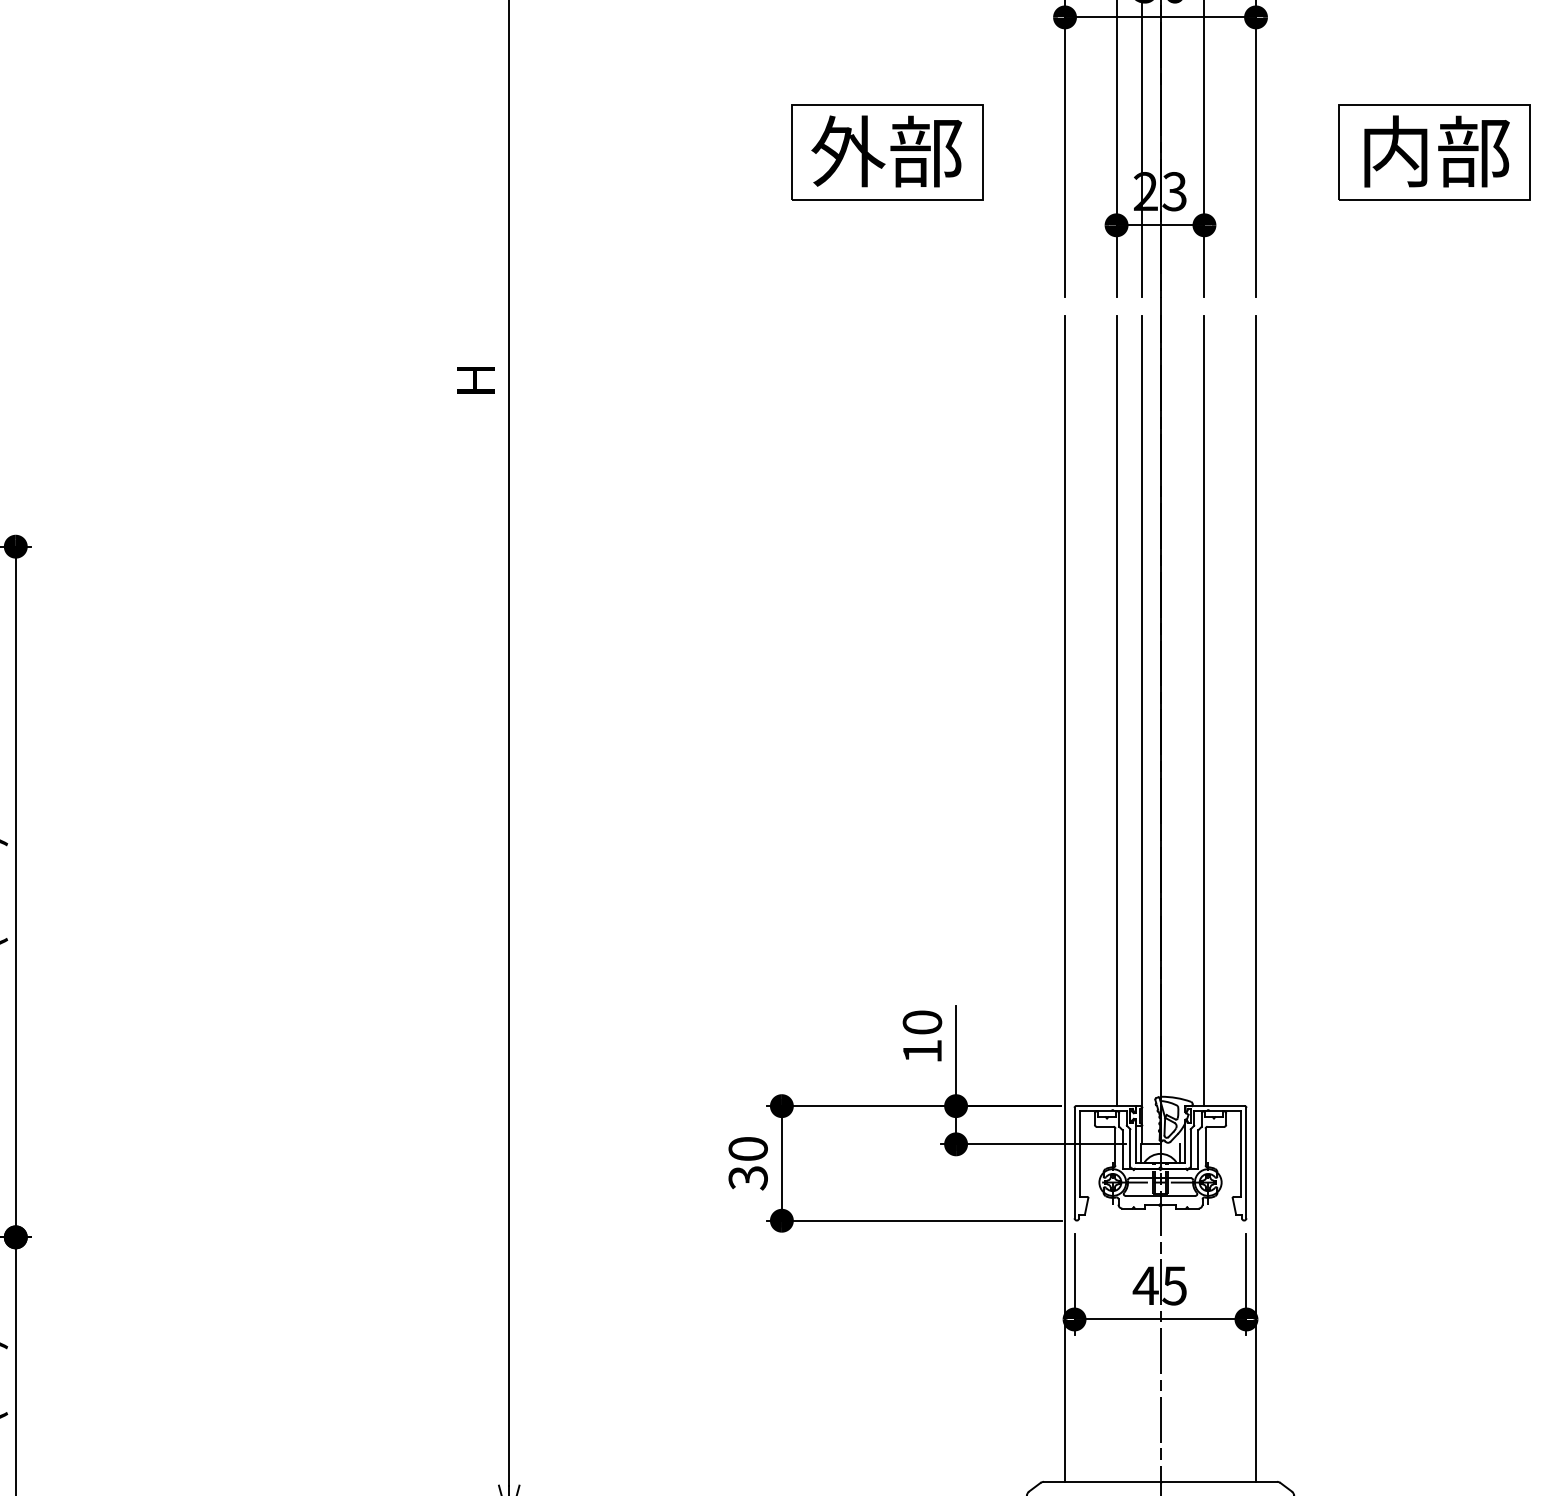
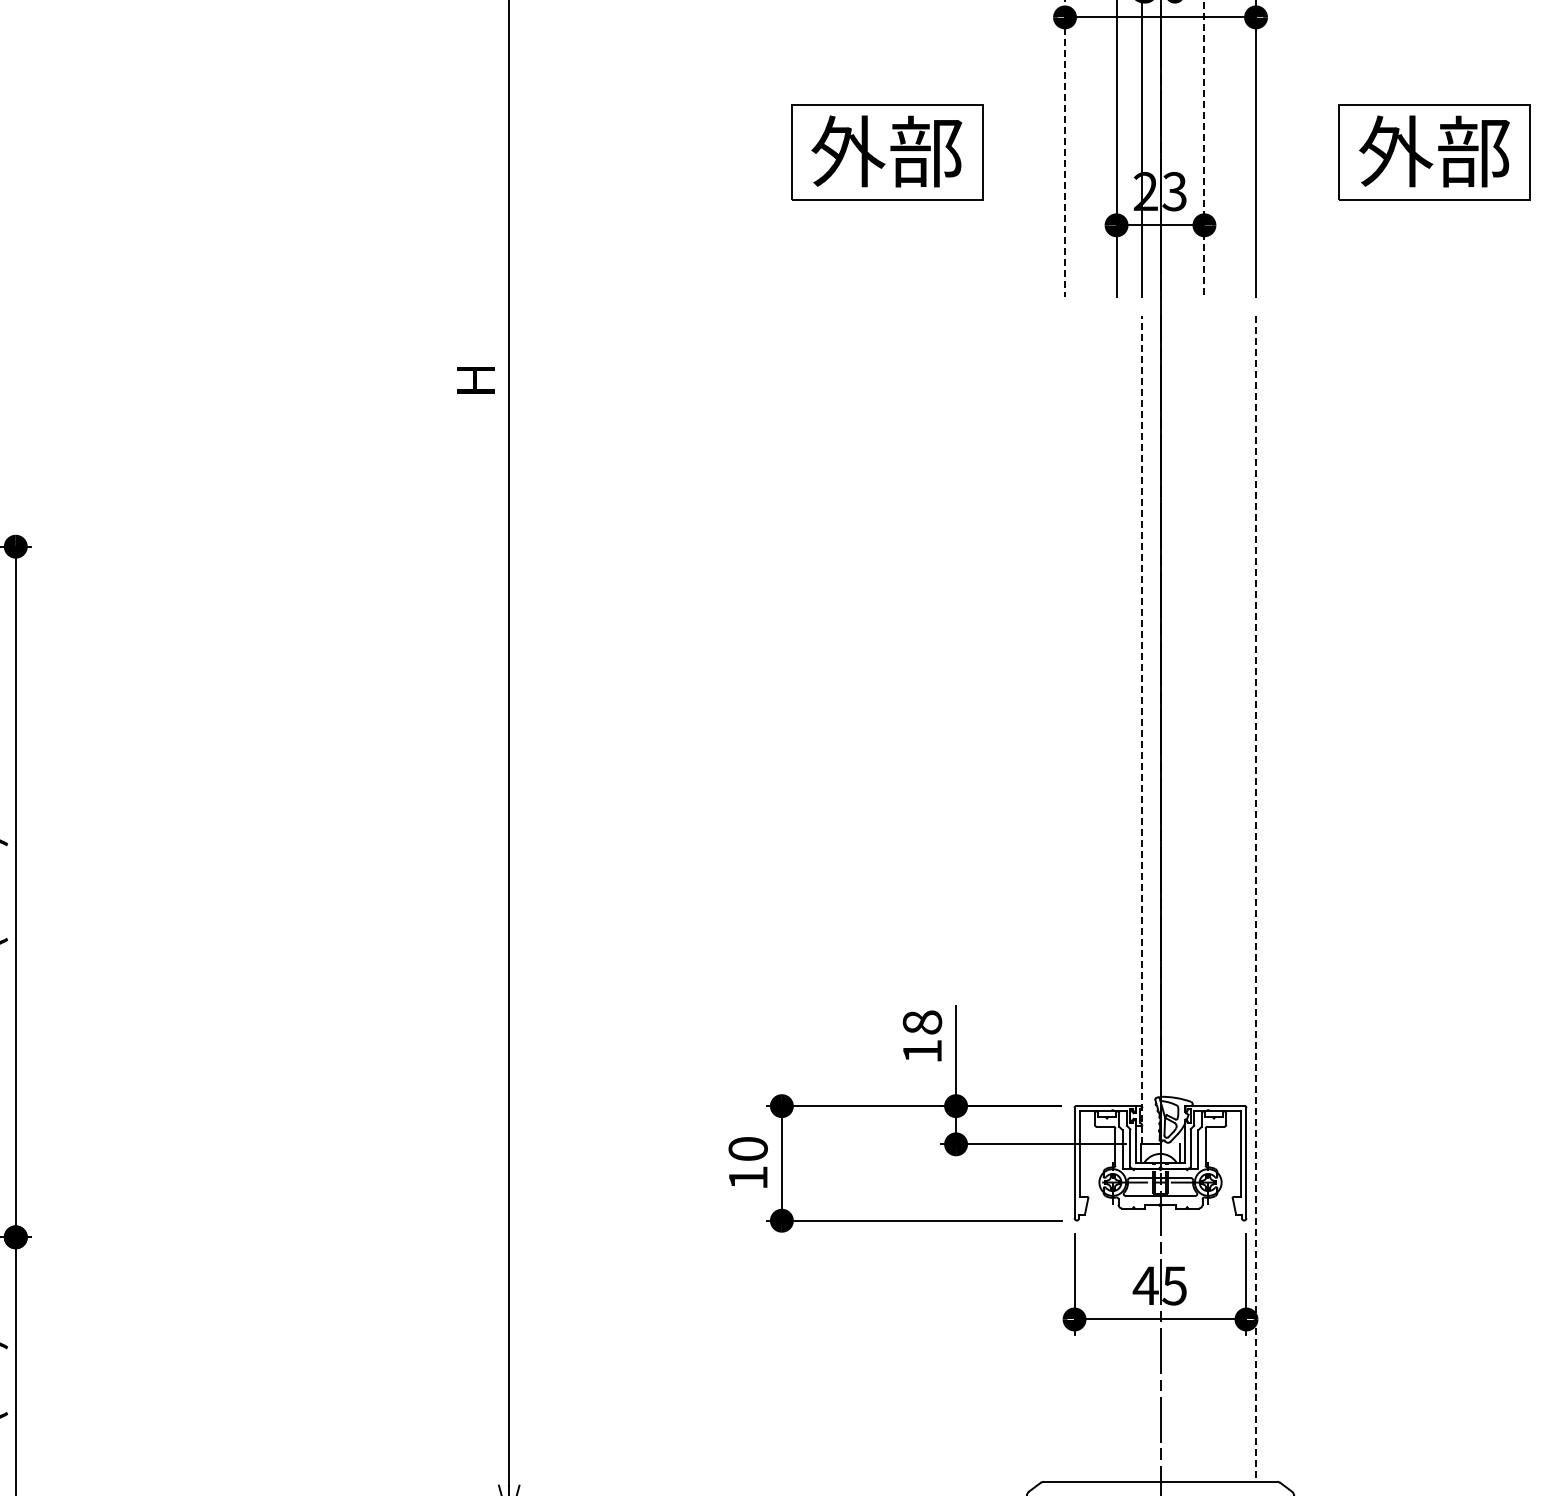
line at (1065, 149): solid -> dashed
line at (1204, 149): solid -> dashed
text at (1396, 151): 内部 -> 外部
line at (1116, 711): present -> none
line at (1204, 711): present -> none
line at (1141, 729): solid -> dashed
line at (1065, 898): present -> none
line at (1256, 899): solid -> dashed
text at (921, 1022): 10 -> 18
text at (747, 1178): 30 -> 10
